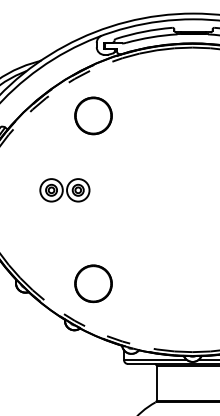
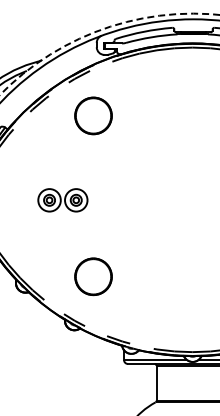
arc at (100, 29): solid -> dashed
part at (64, 190) position: (64, 190) -> (62, 200)
part at (93, 283) position: (93, 283) -> (93, 276)
